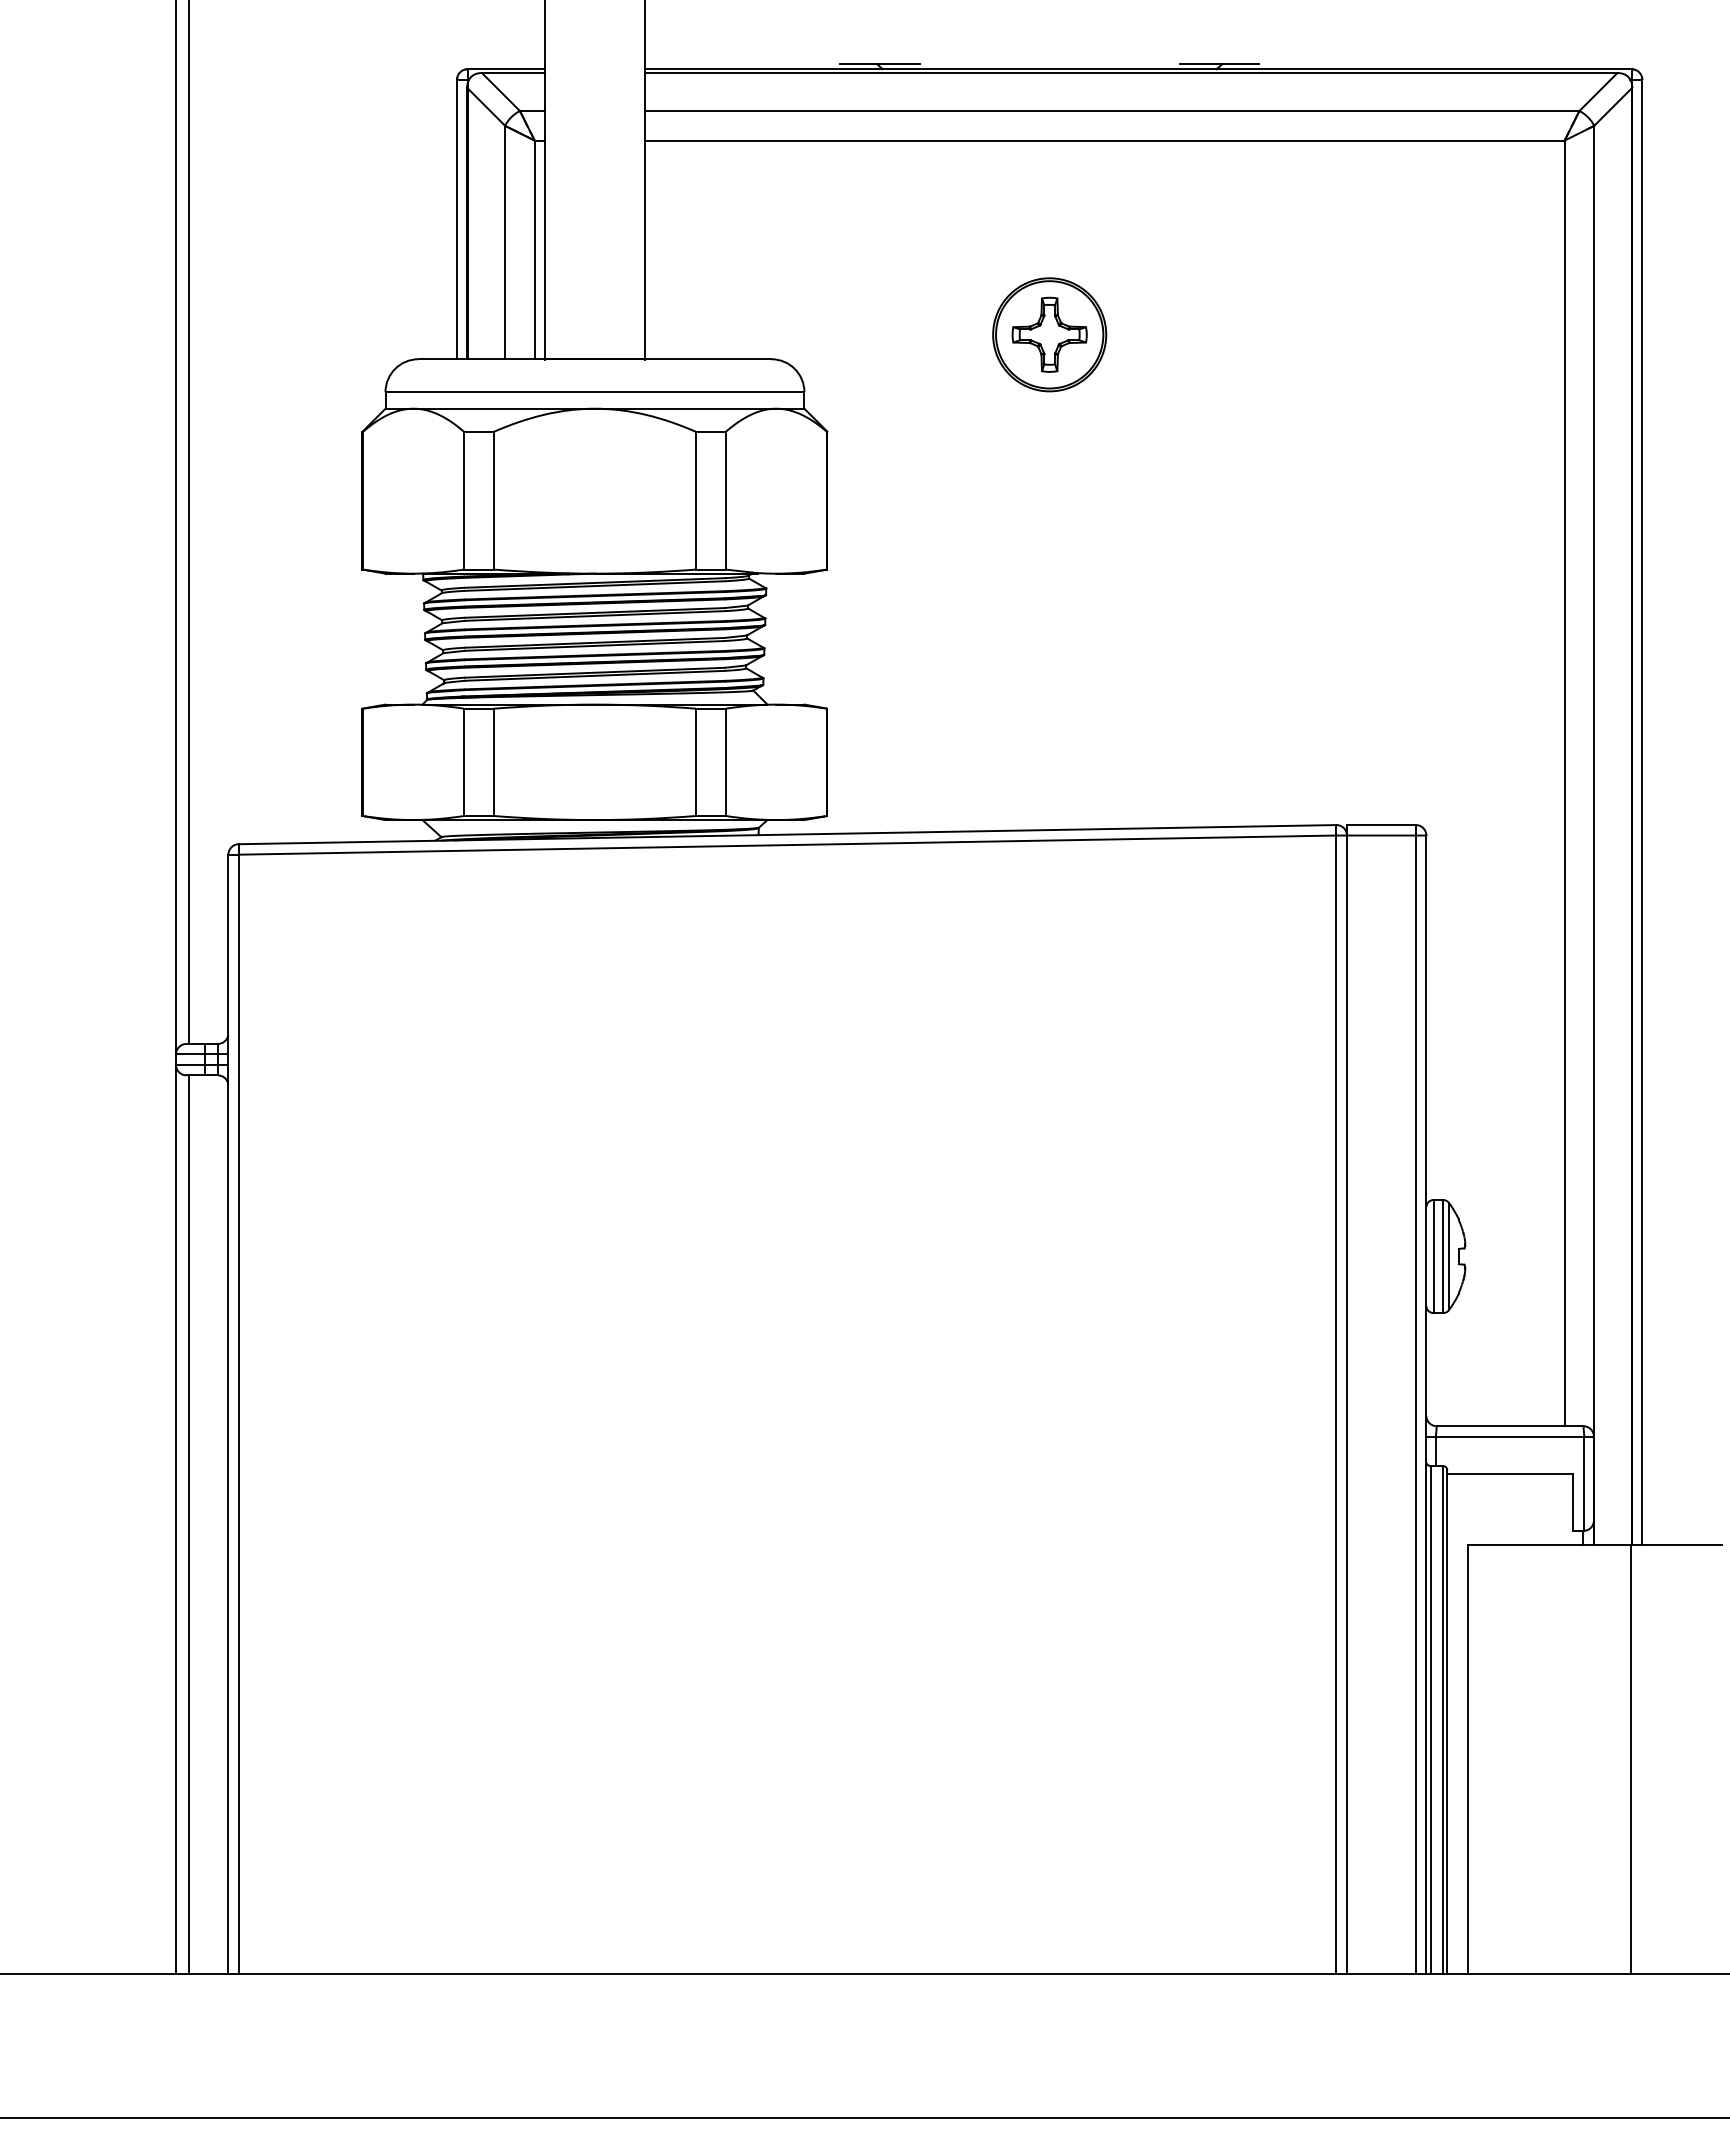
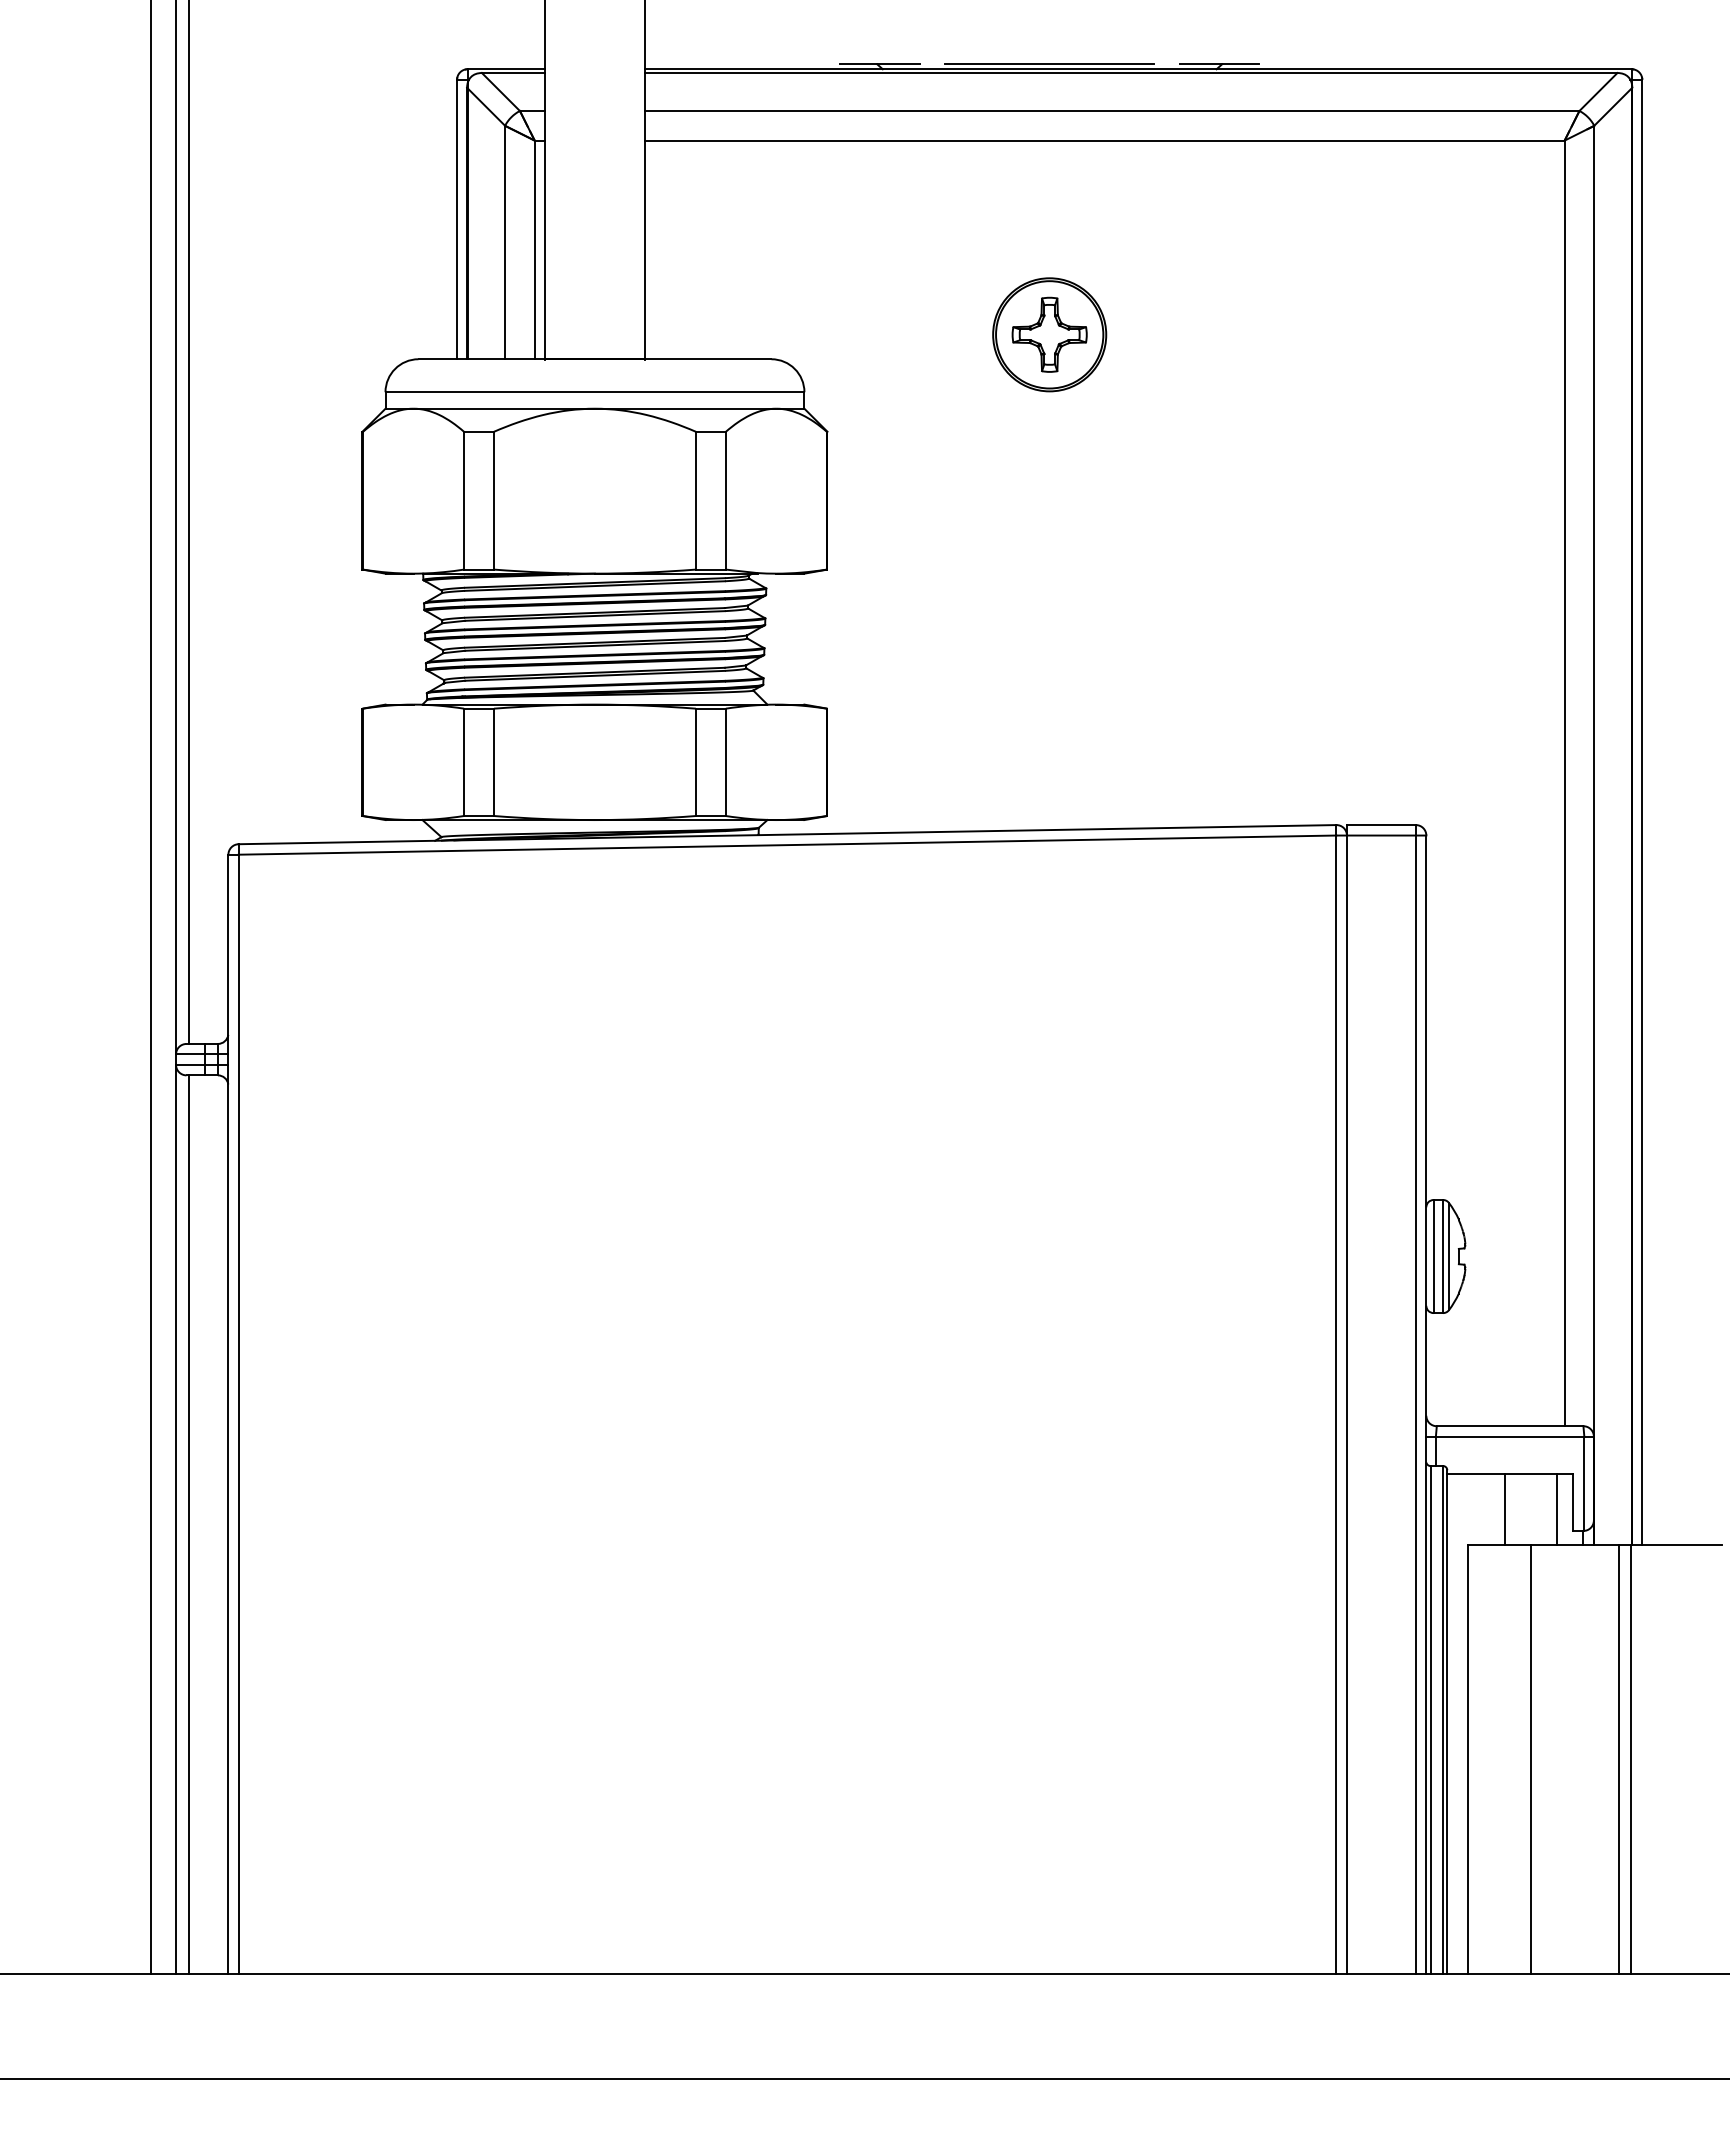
line at (1049, 64): none -> present
line at (150, 987): none -> present
line at (1504, 1509): none -> present
line at (1557, 1509): none -> present
line at (1531, 1758): none -> present
line at (1619, 1758): none -> present
line at (864, 2117) position: (864, 2117) -> (864, 2078)
